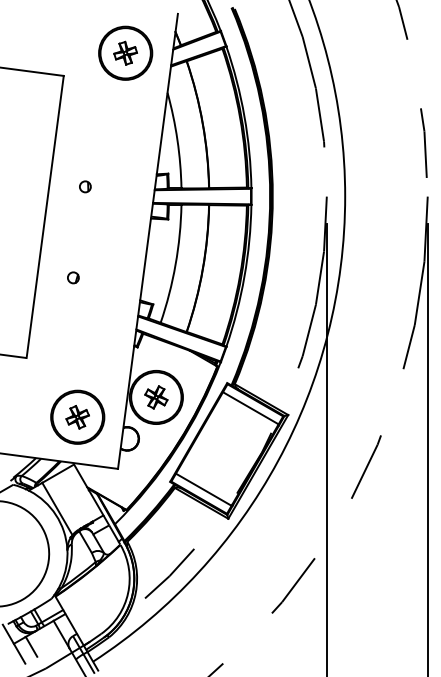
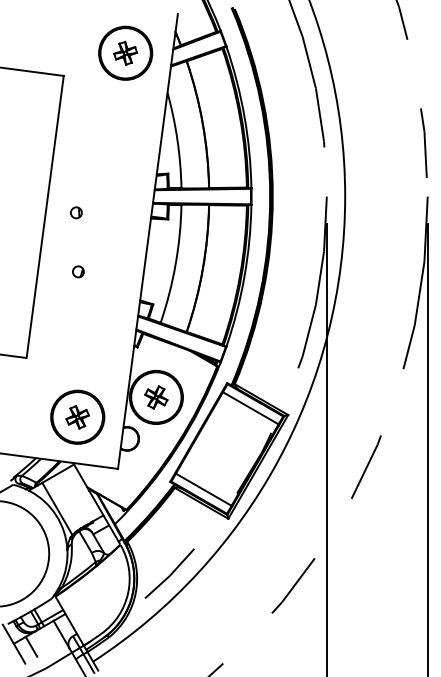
part at (85, 186) position: (85, 186) -> (76, 212)
part at (73, 277) position: (73, 277) -> (78, 271)
